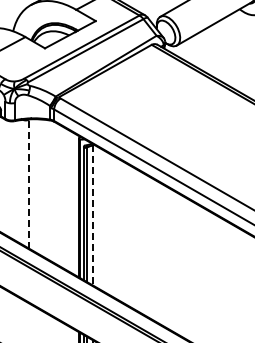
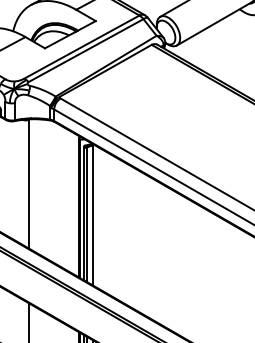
line at (29, 184): dashed -> solid
line at (93, 216): dashed -> solid
line at (29, 321): none -> present
